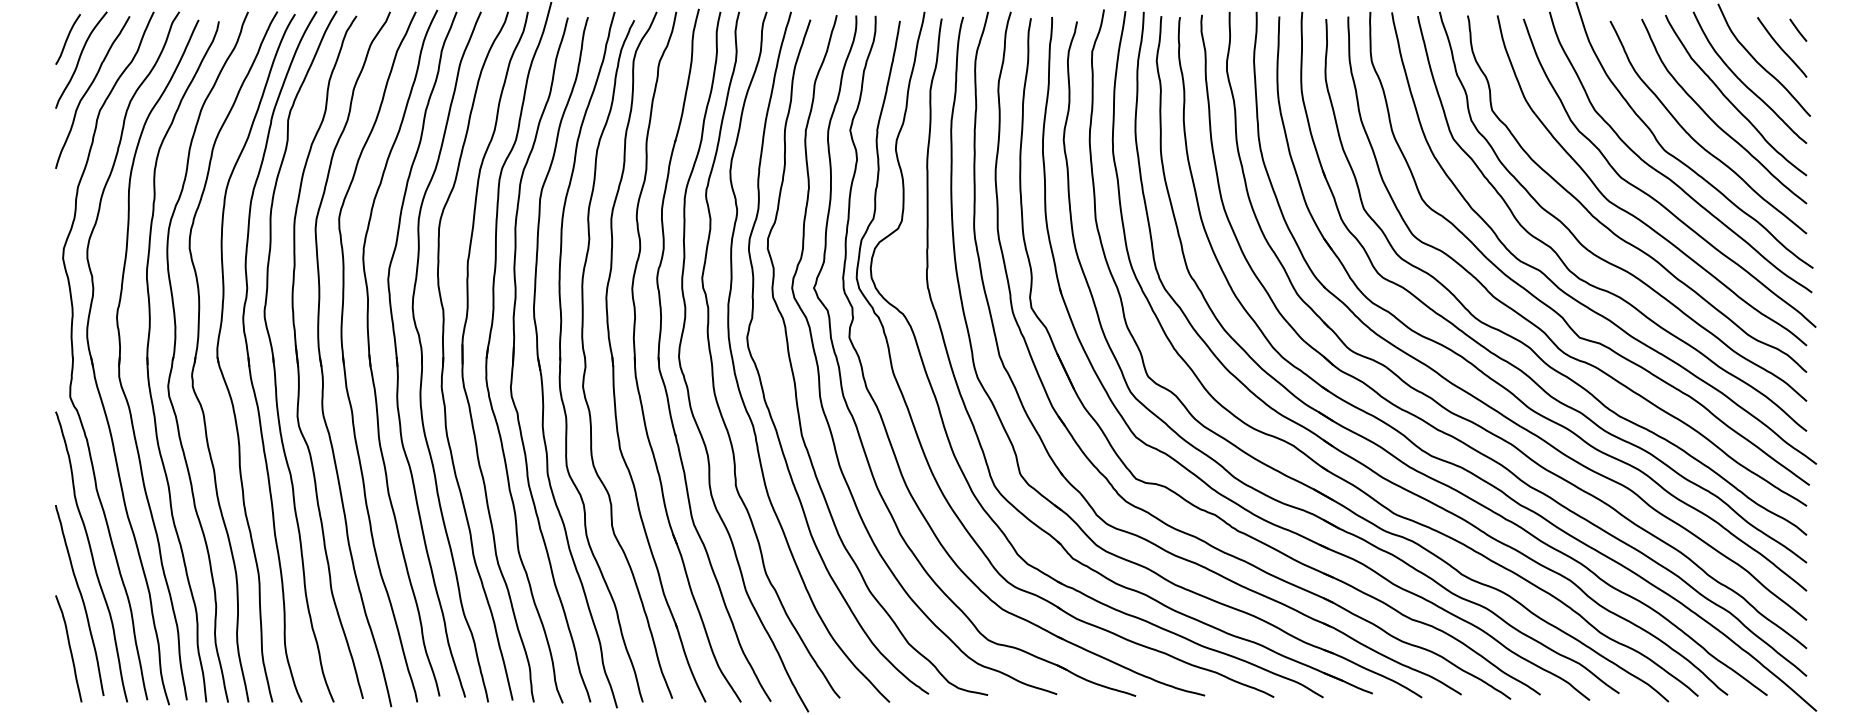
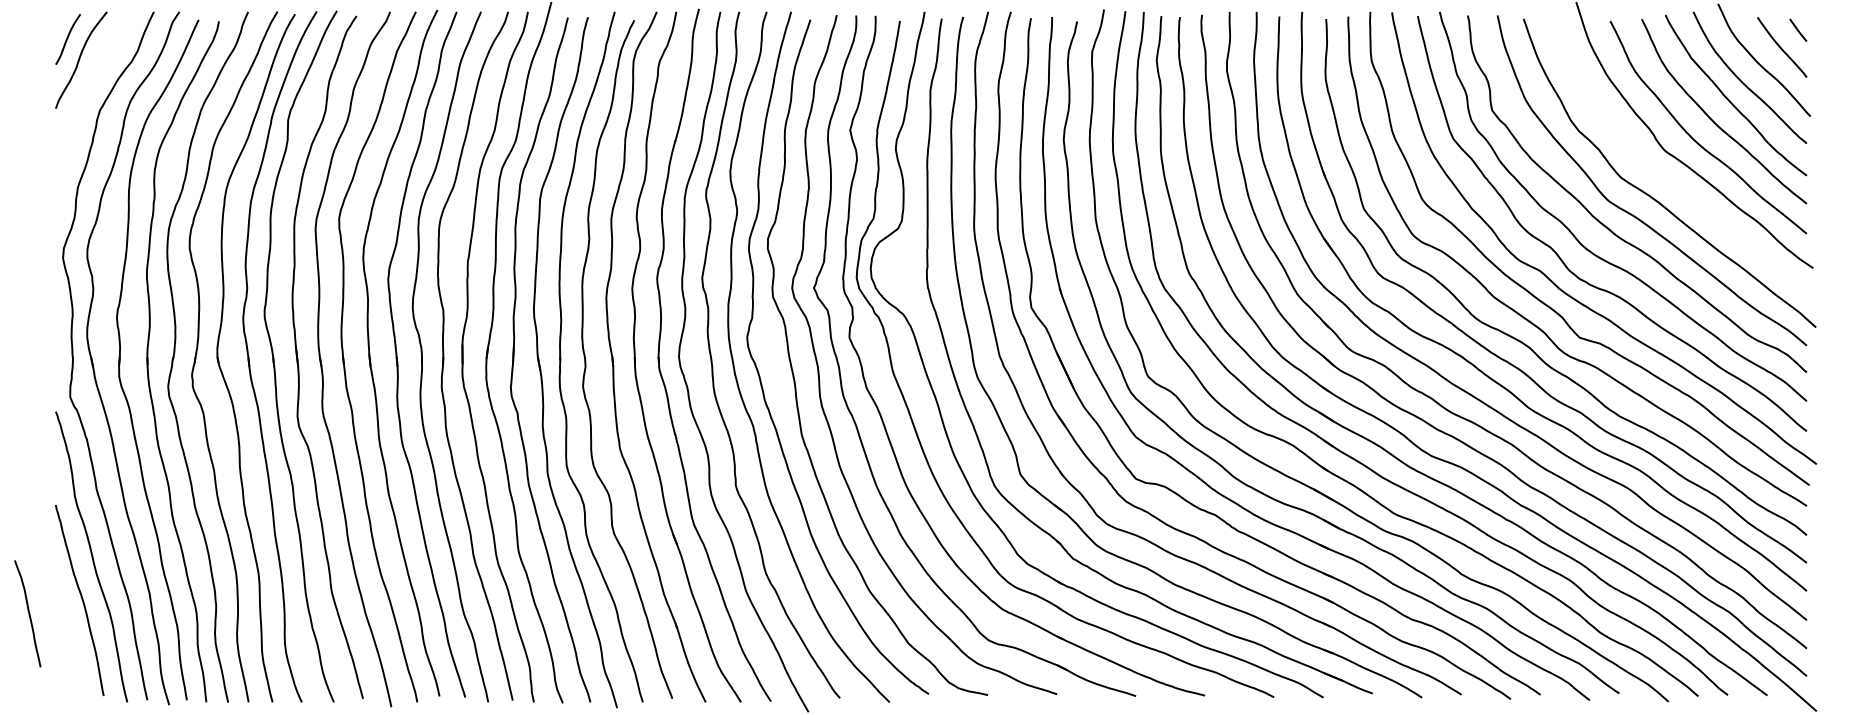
curve at (89, 89): present -> none
curve at (1664, 174): present -> none
curve at (69, 648) position: (69, 648) -> (28, 613)
